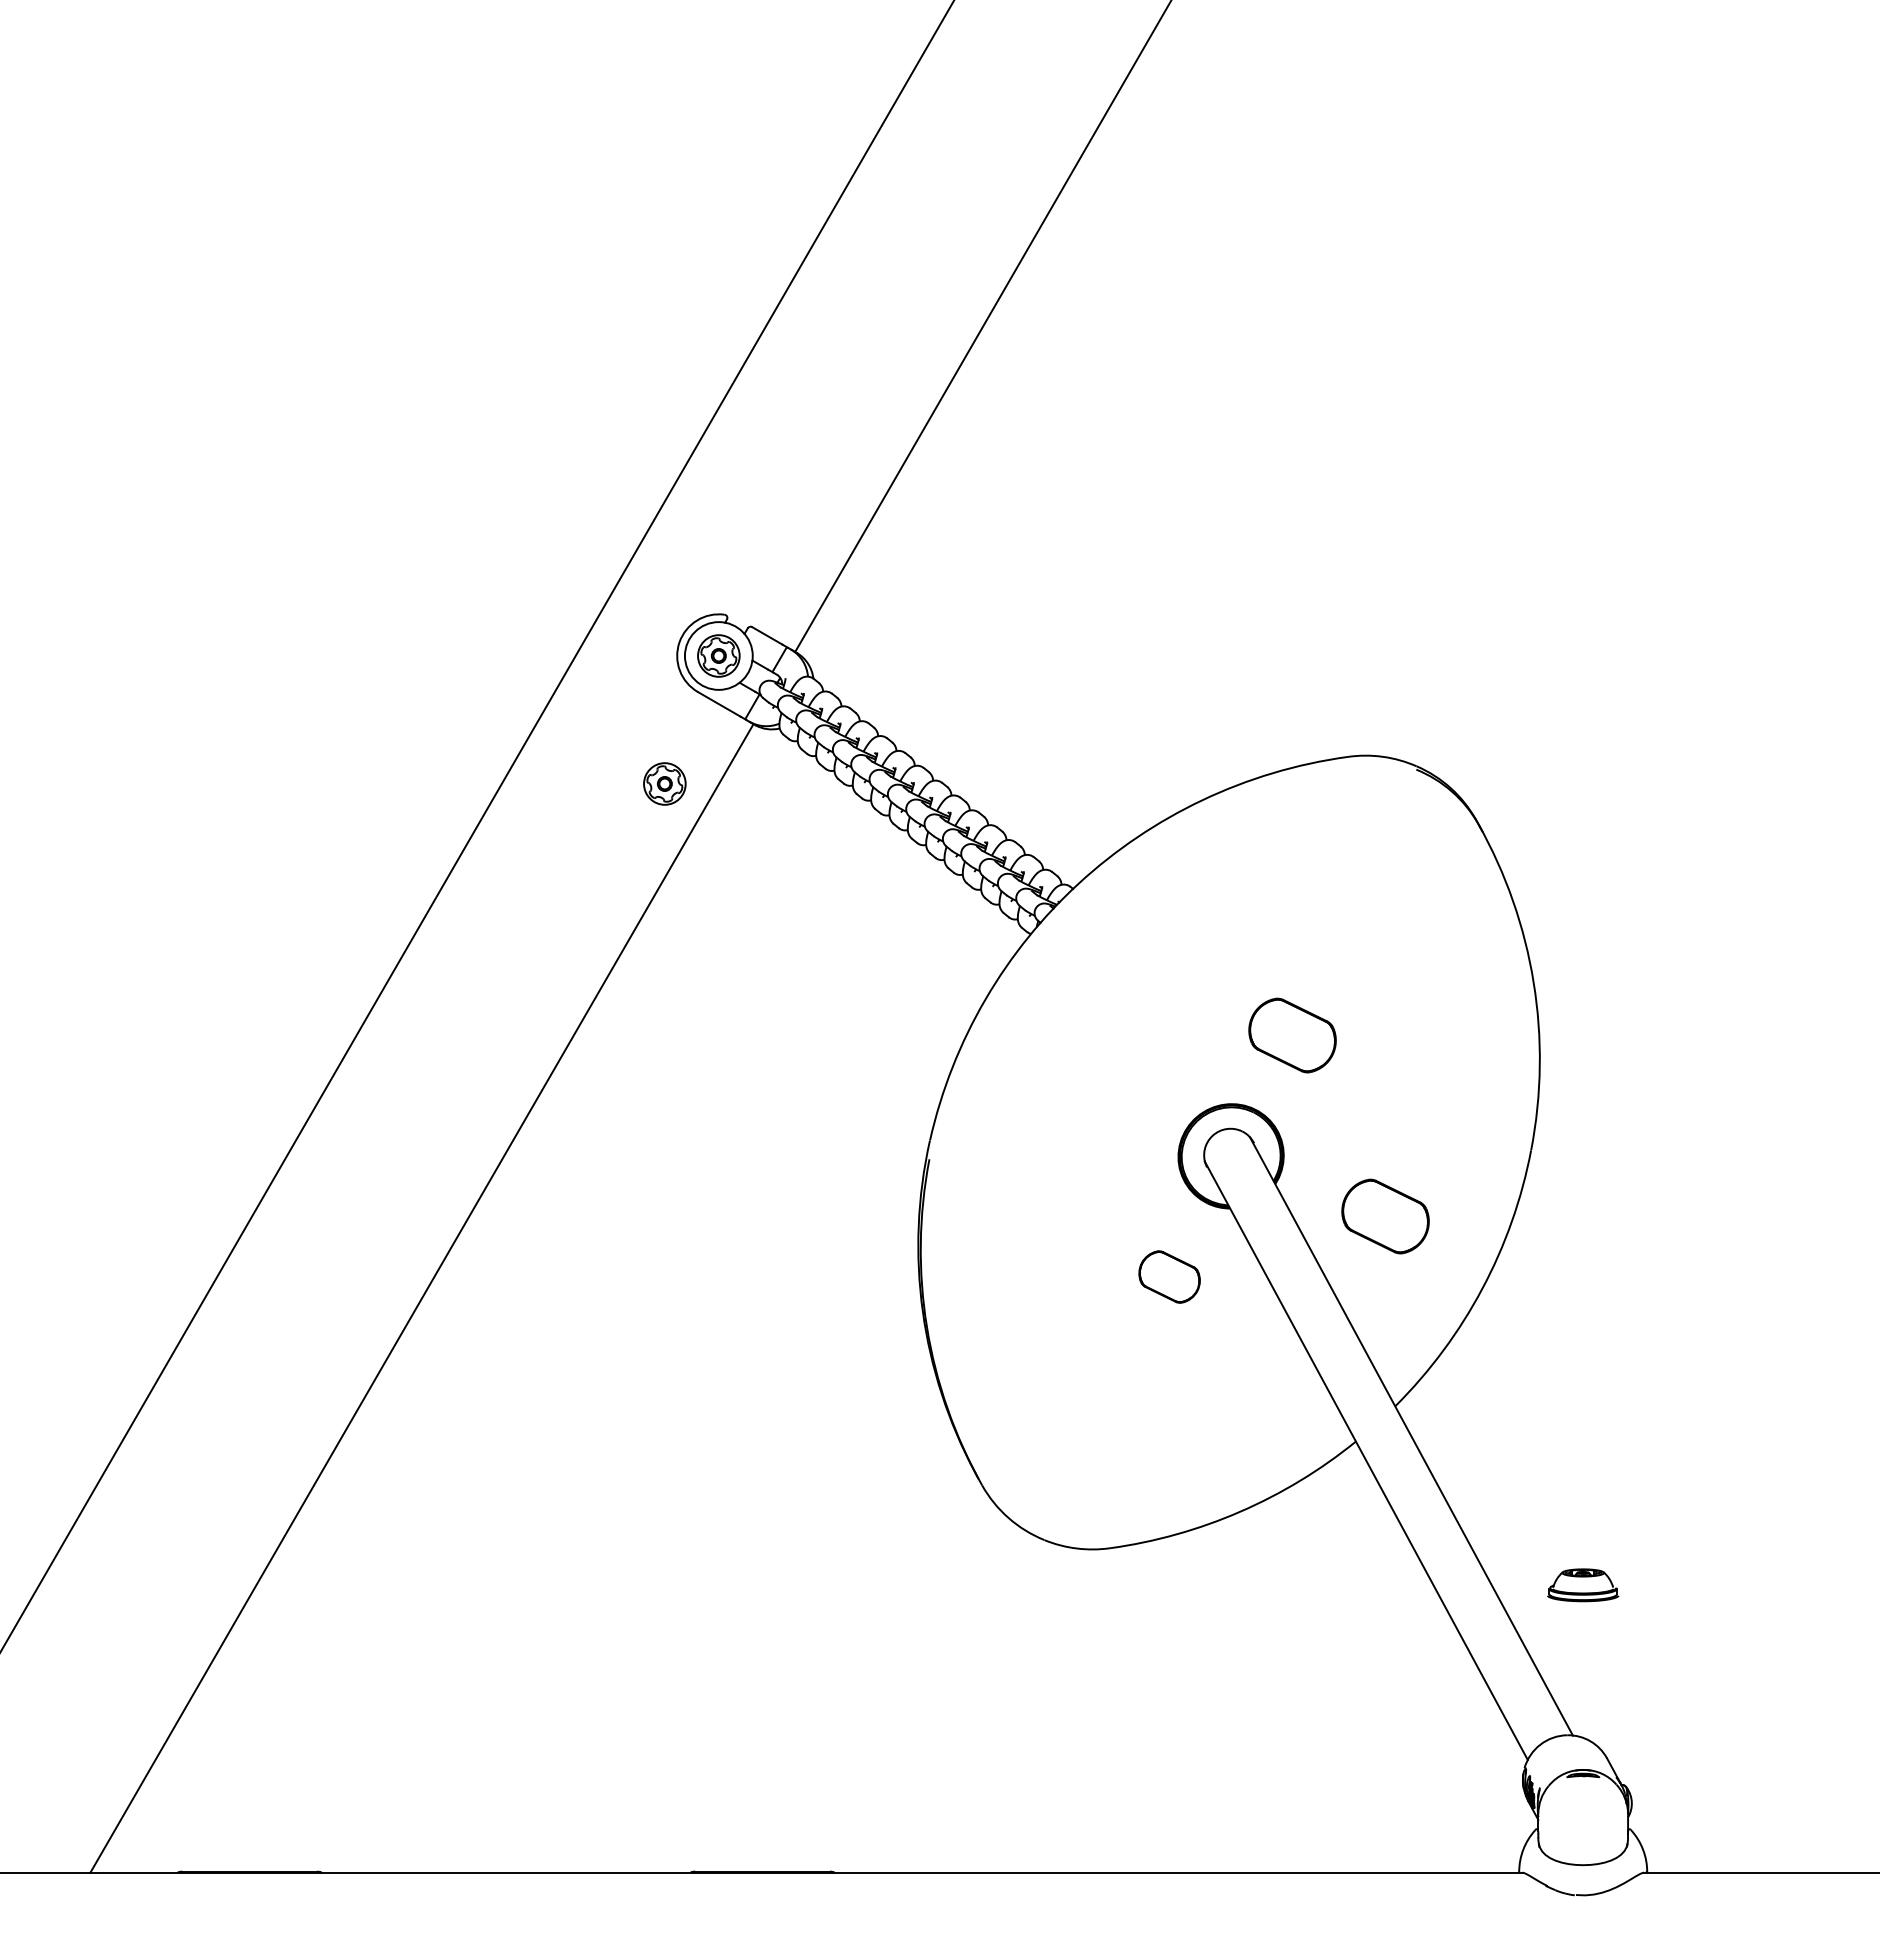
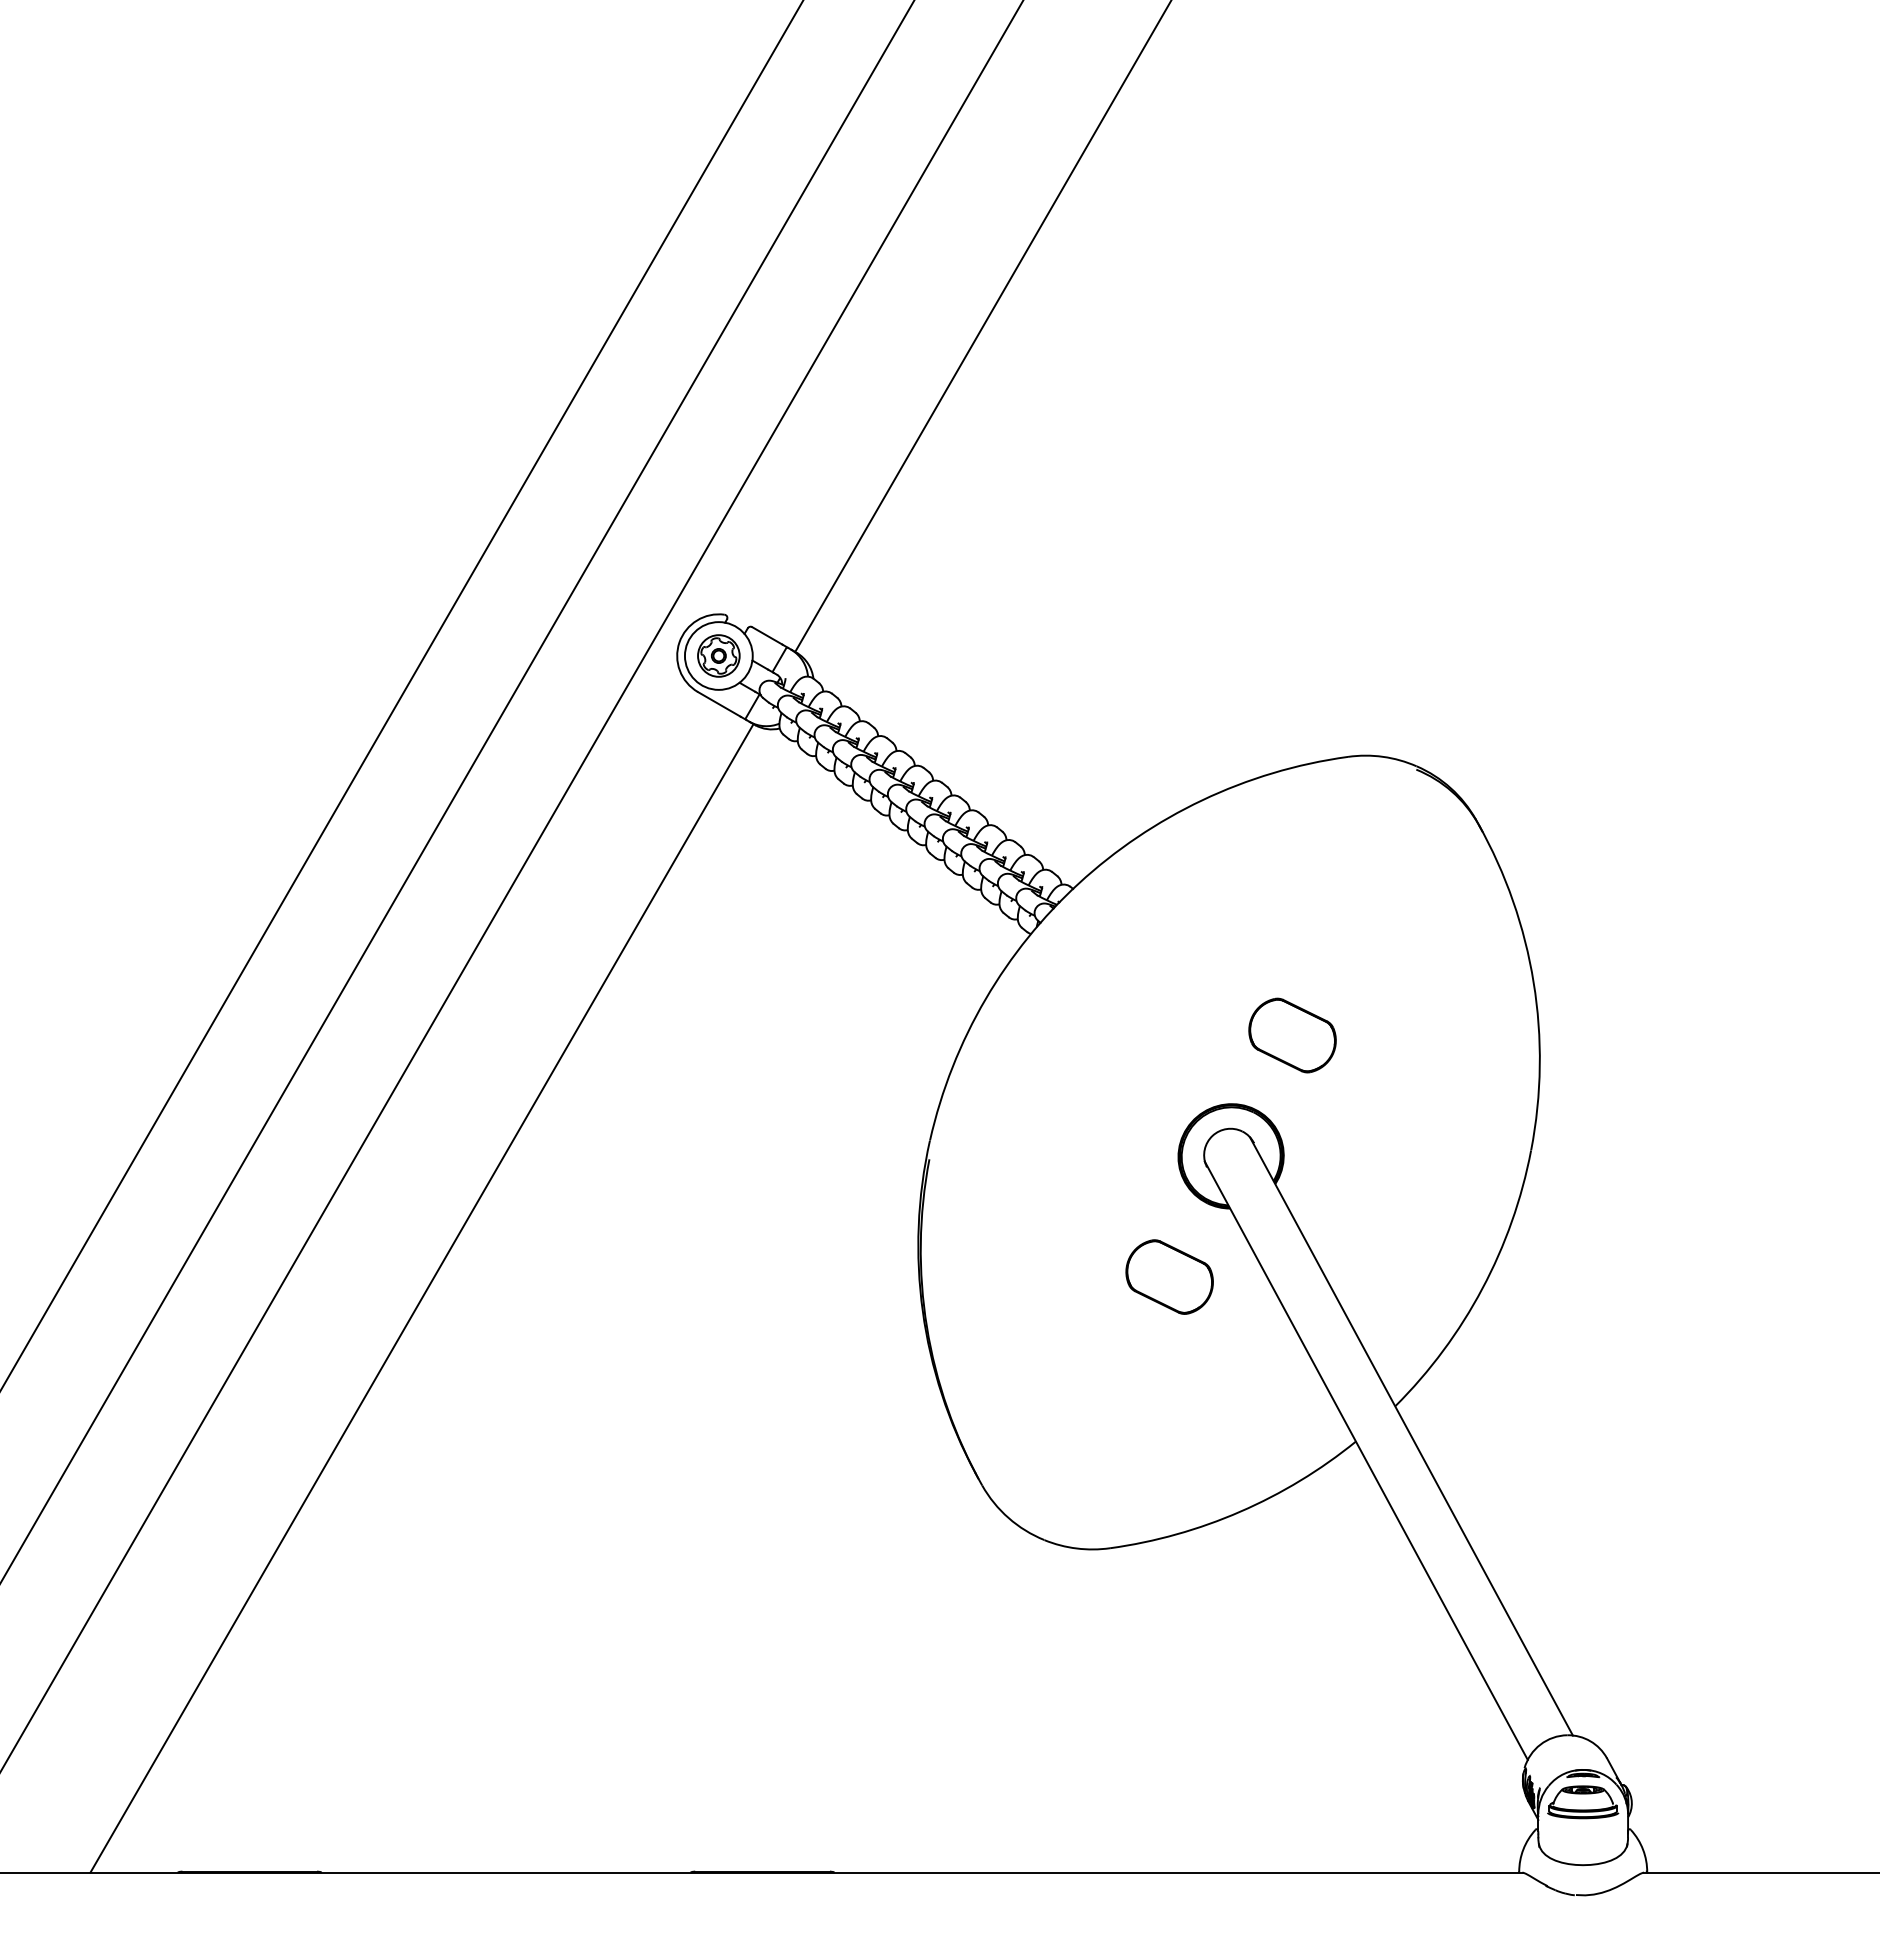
line at (401, 695): none -> present
part at (664, 783): present -> none
line at (477, 825) position: (477, 825) -> (457, 790)
line at (511, 885): none -> present
part at (1385, 1216): present -> none
part at (1169, 1276) size: 63x54 px -> 89x76 px
part at (1583, 1585) position: (1583, 1585) -> (1583, 1802)
